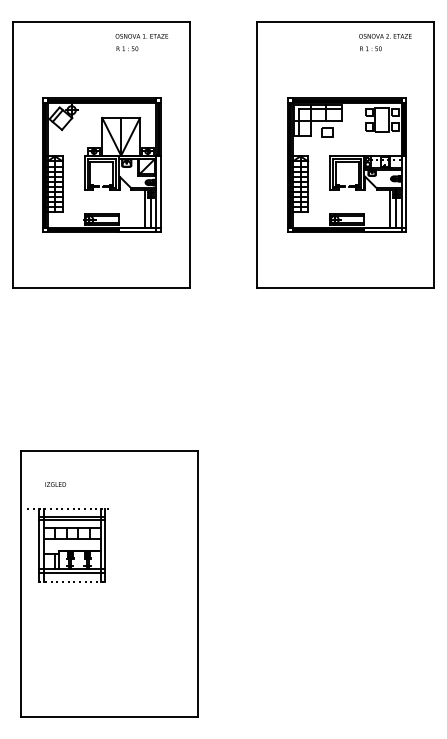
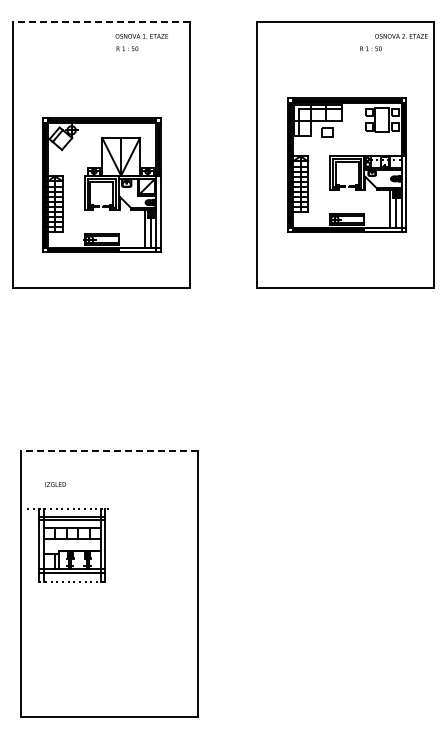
line at (101, 22): solid -> dashed
text at (385, 36) position: (385, 36) -> (401, 36)
part at (101, 164) position: (101, 164) -> (101, 184)
line at (109, 451): solid -> dashed
